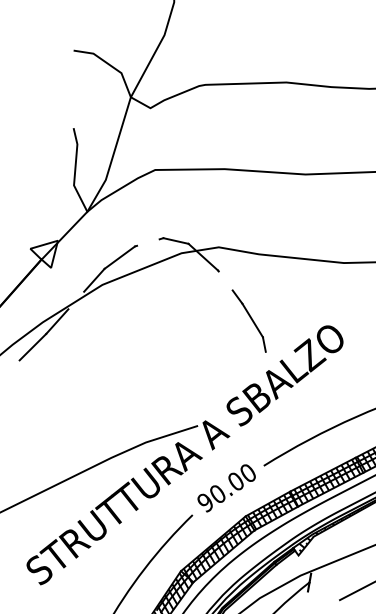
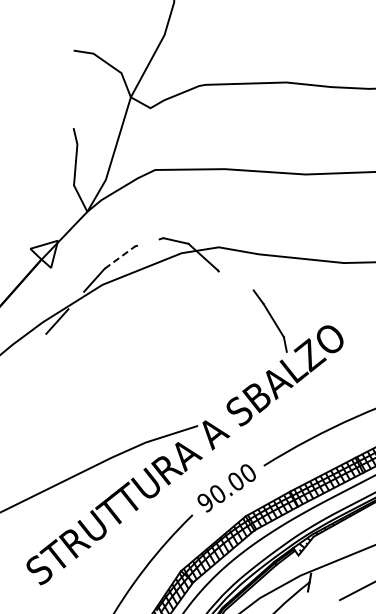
line at (119, 257): solid -> dashed
part at (248, 320) position: (248, 320) -> (269, 320)
line at (32, 346): present -> none
